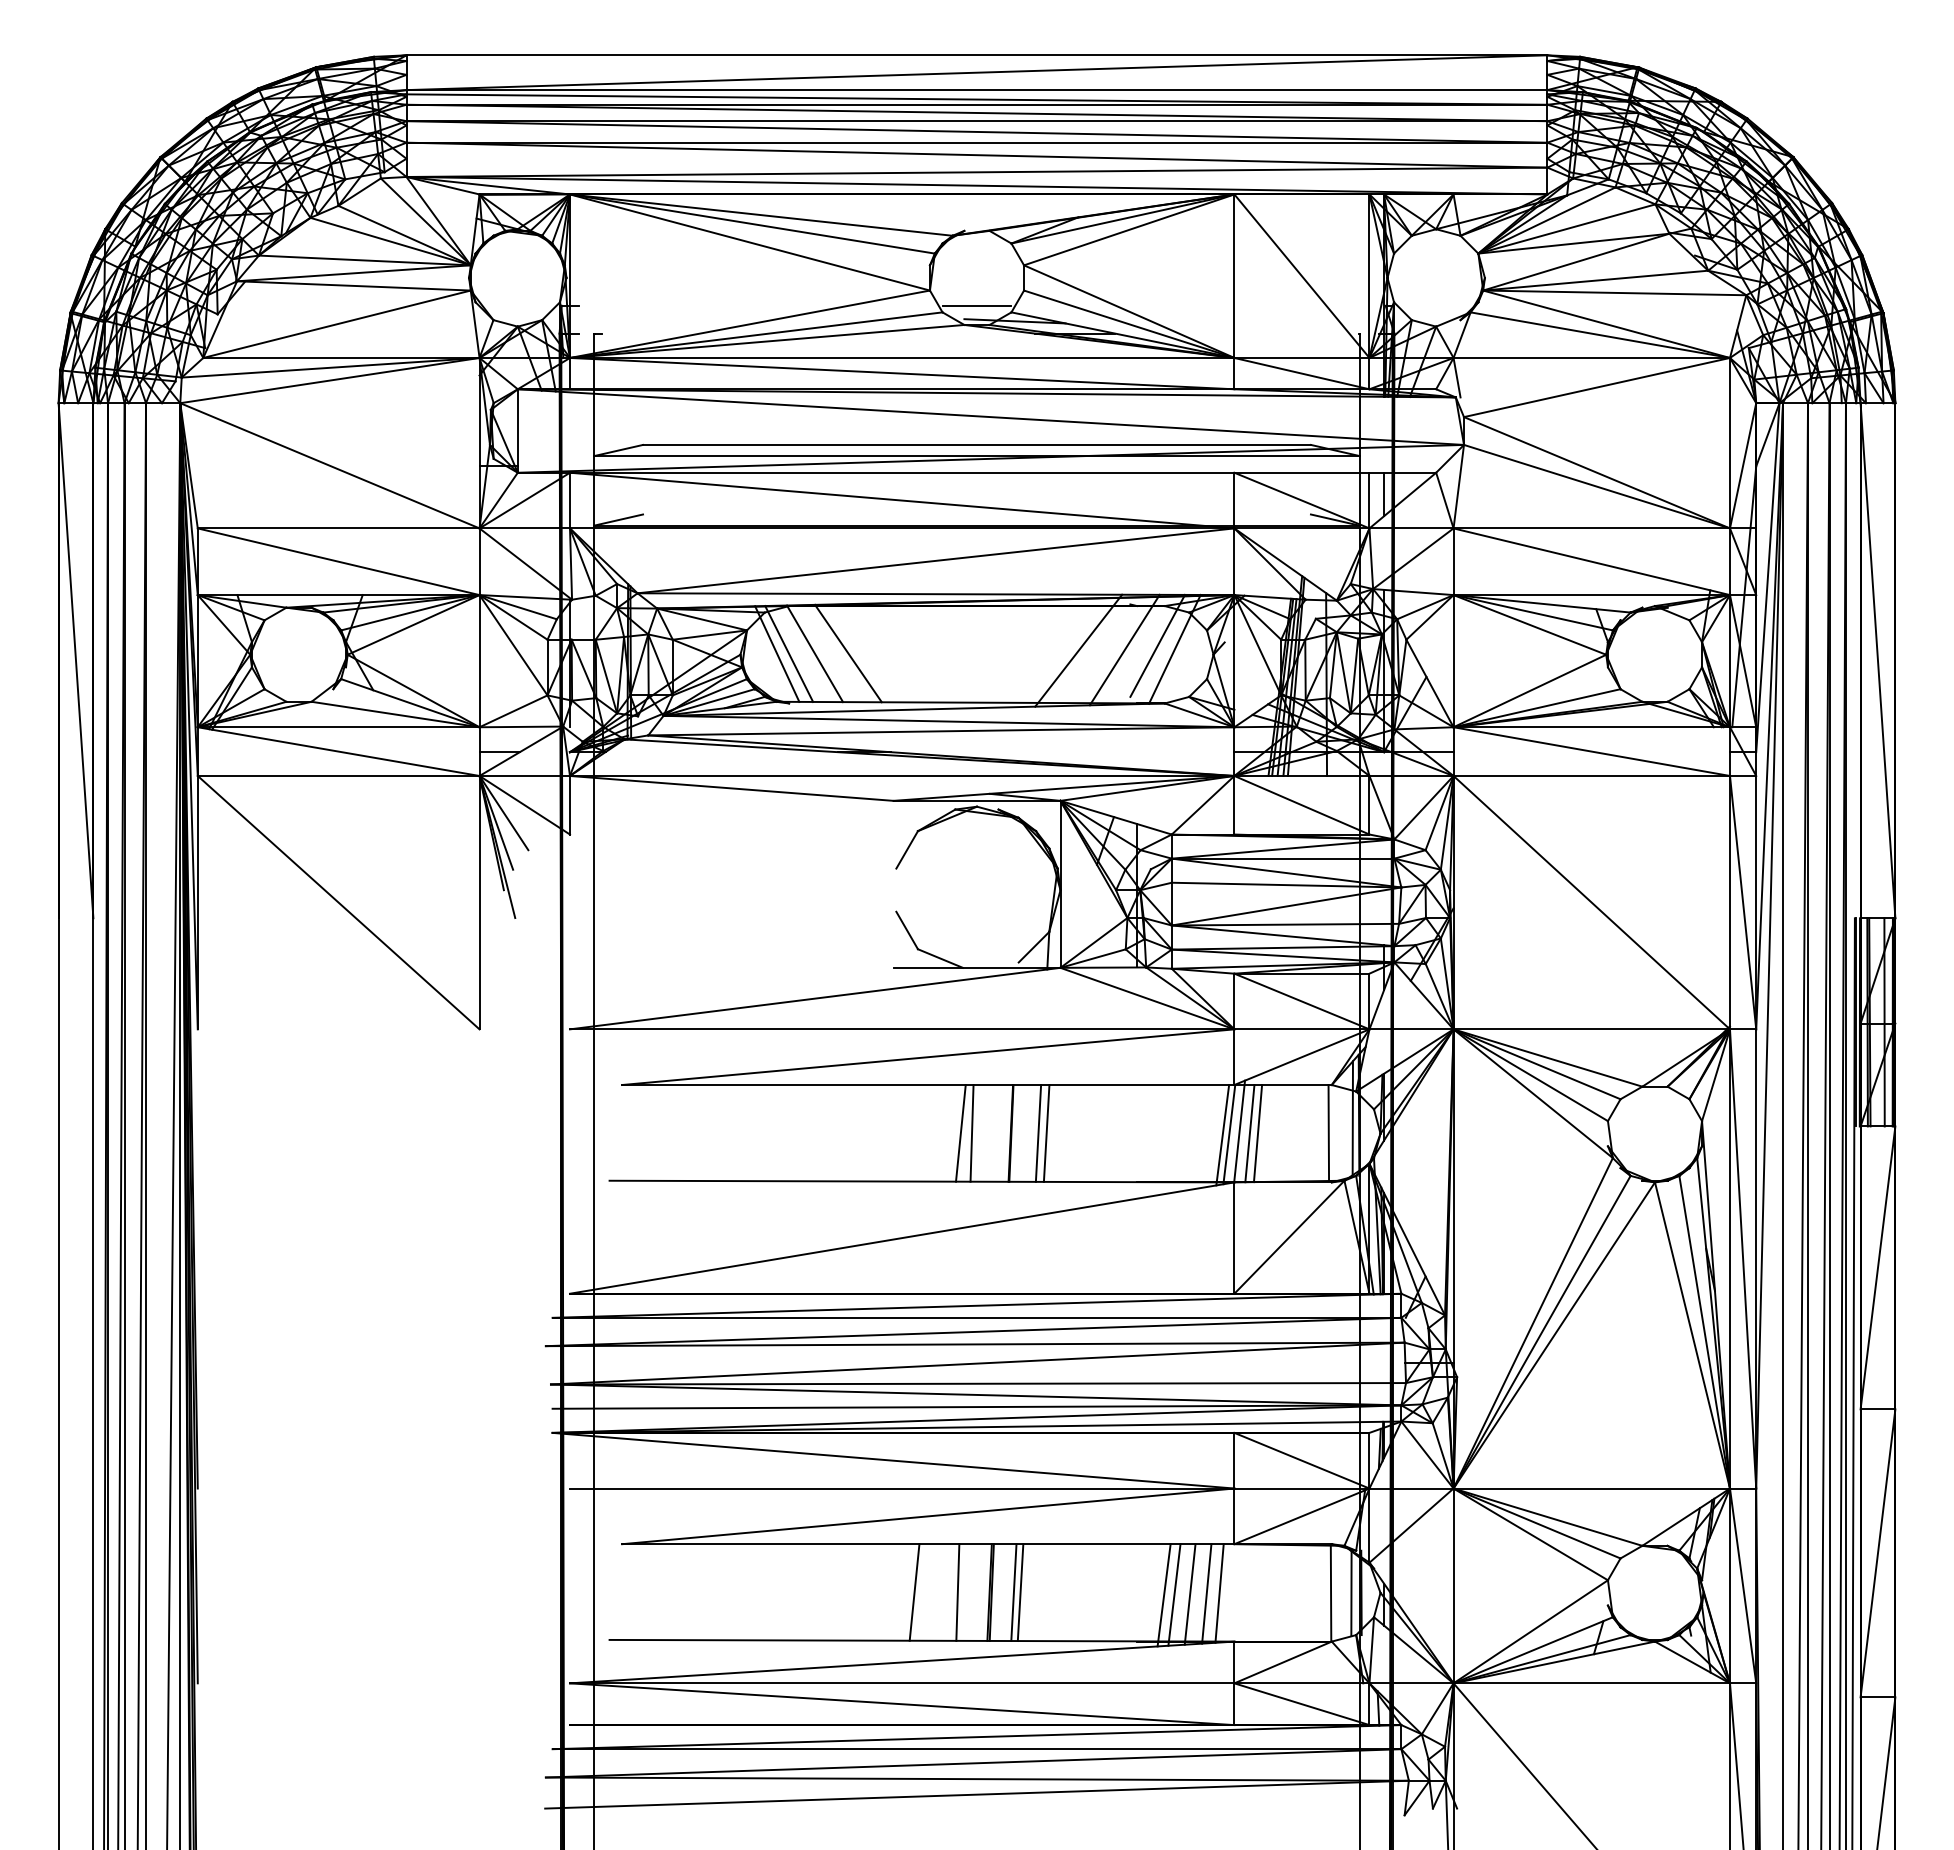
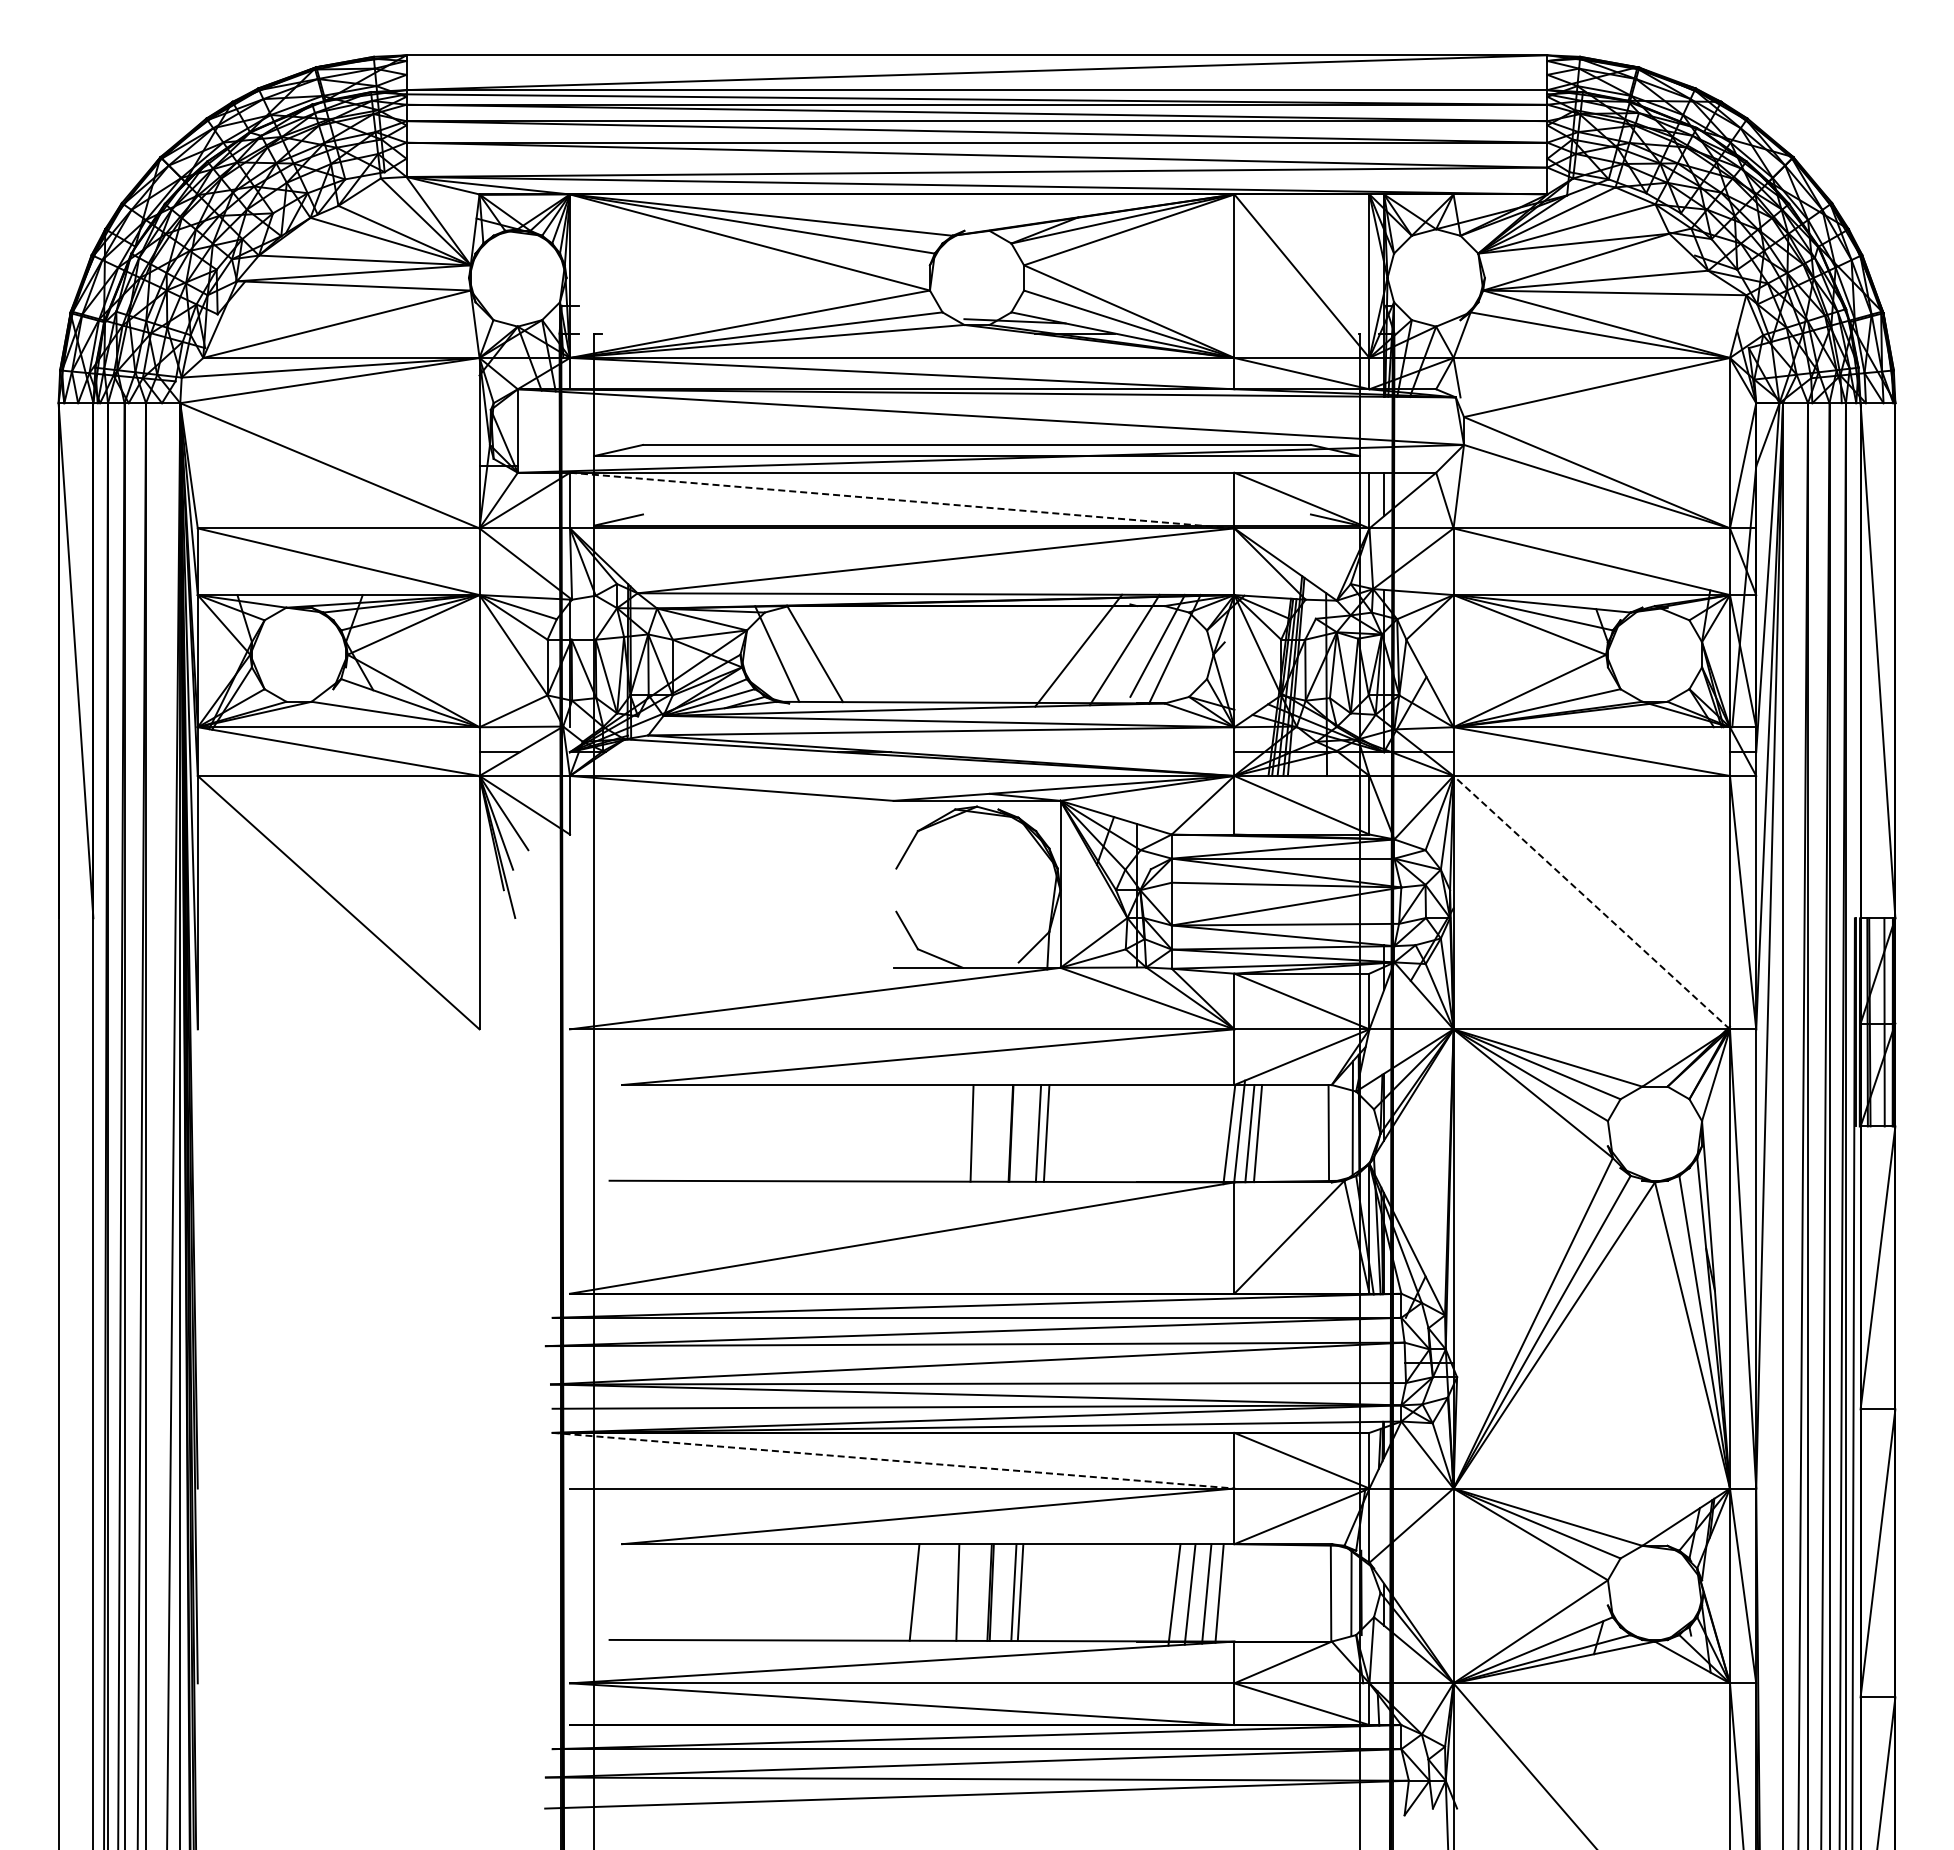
line at (976, 305): present -> none
line at (902, 500): solid -> dashed
line at (789, 653): present -> none
line at (848, 653): present -> none
line at (1591, 902): solid -> dashed
line at (960, 1133): present -> none
line at (1222, 1135): present -> none
line at (894, 1460): solid -> dashed
line at (1163, 1595): present -> none
